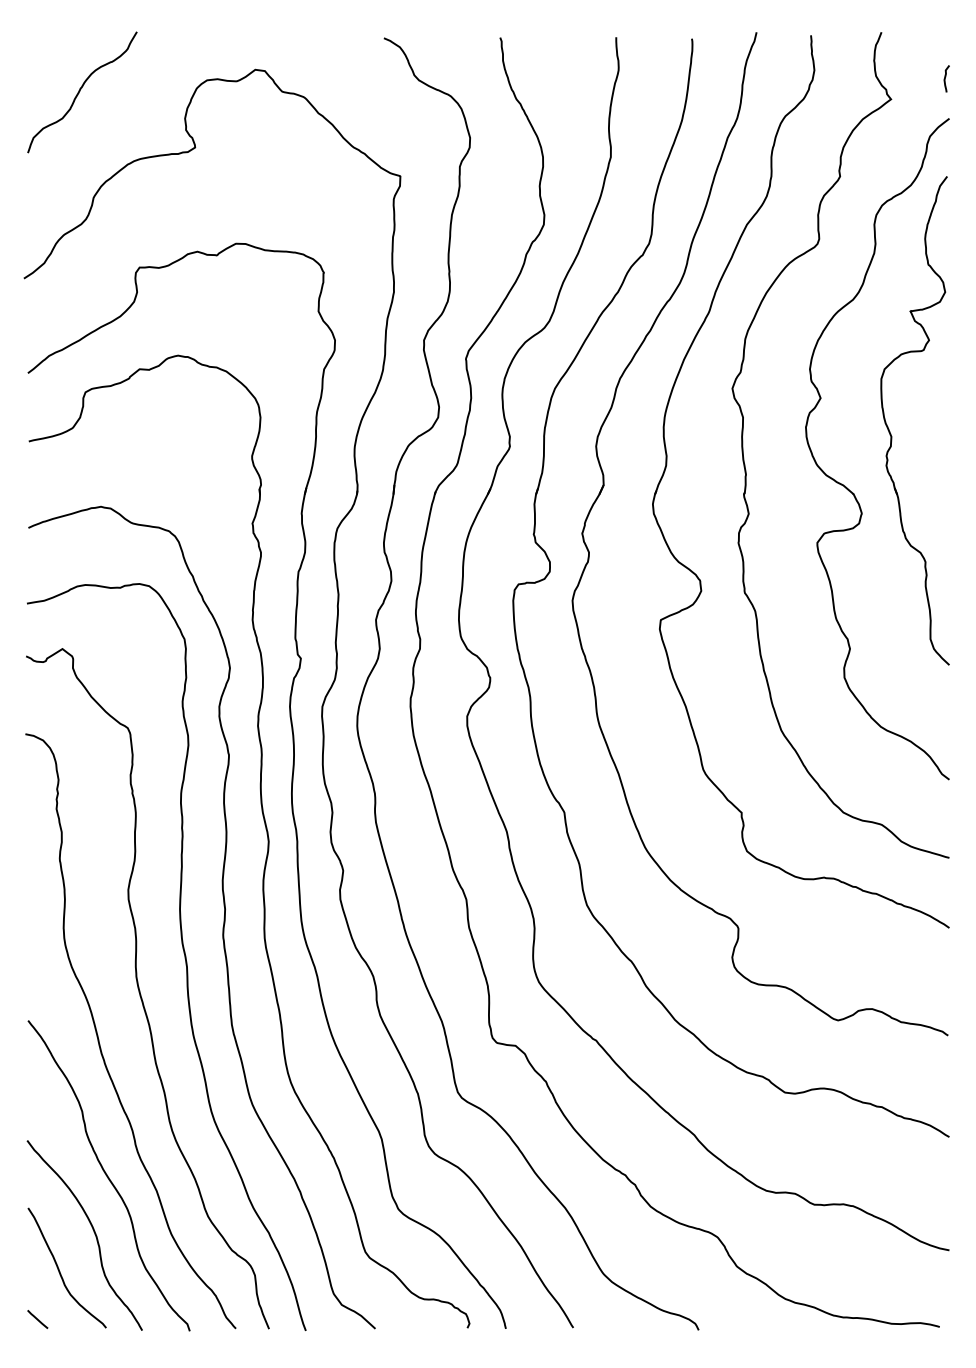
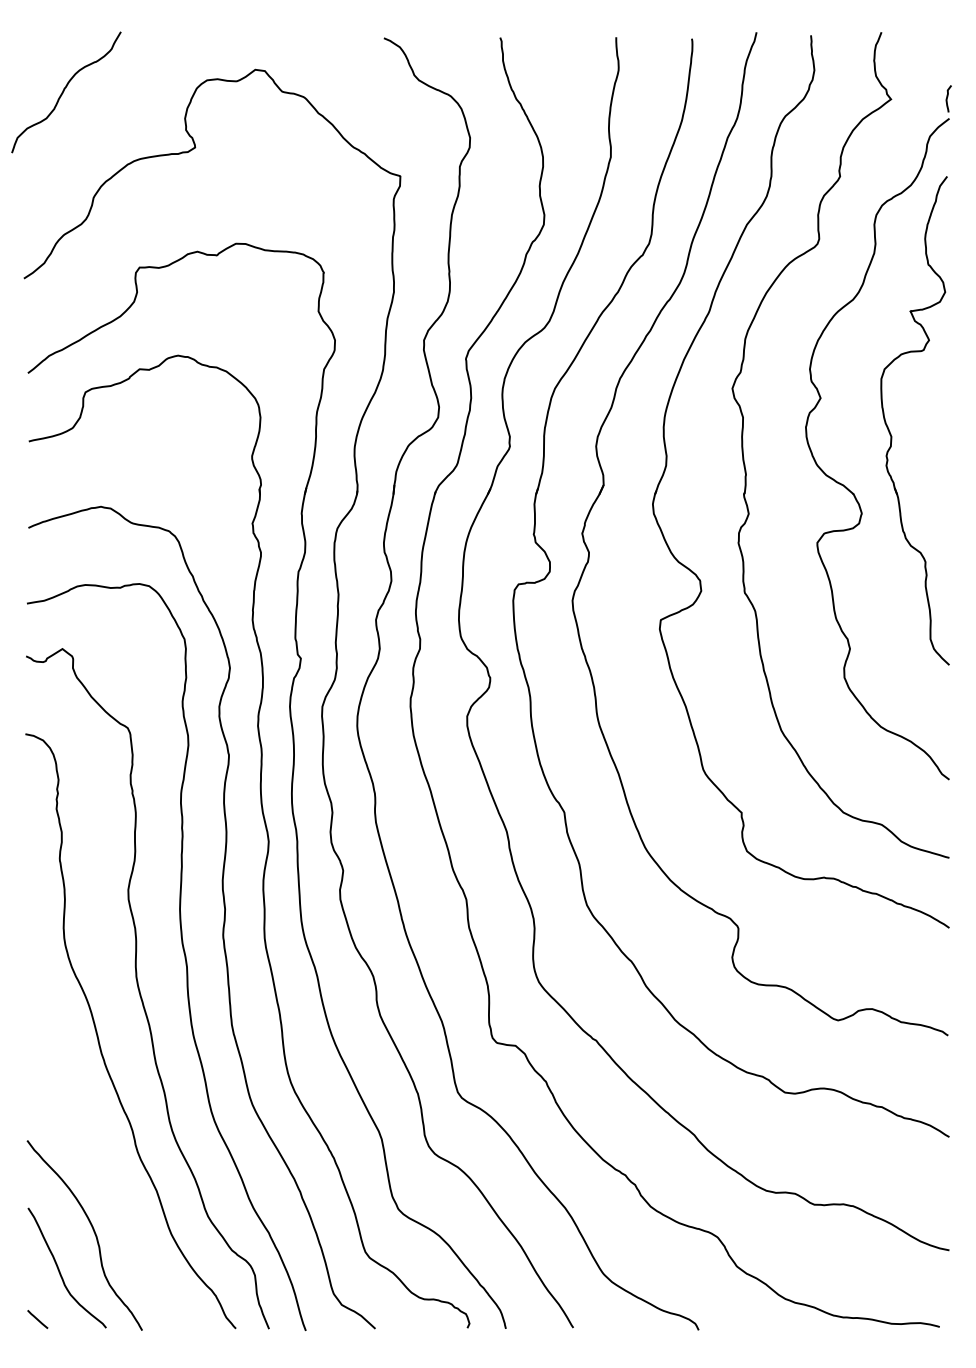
curve at (945, 78) position: (945, 78) -> (947, 98)
curve at (80, 91) position: (80, 91) -> (64, 91)
curve at (107, 1175): present -> none
